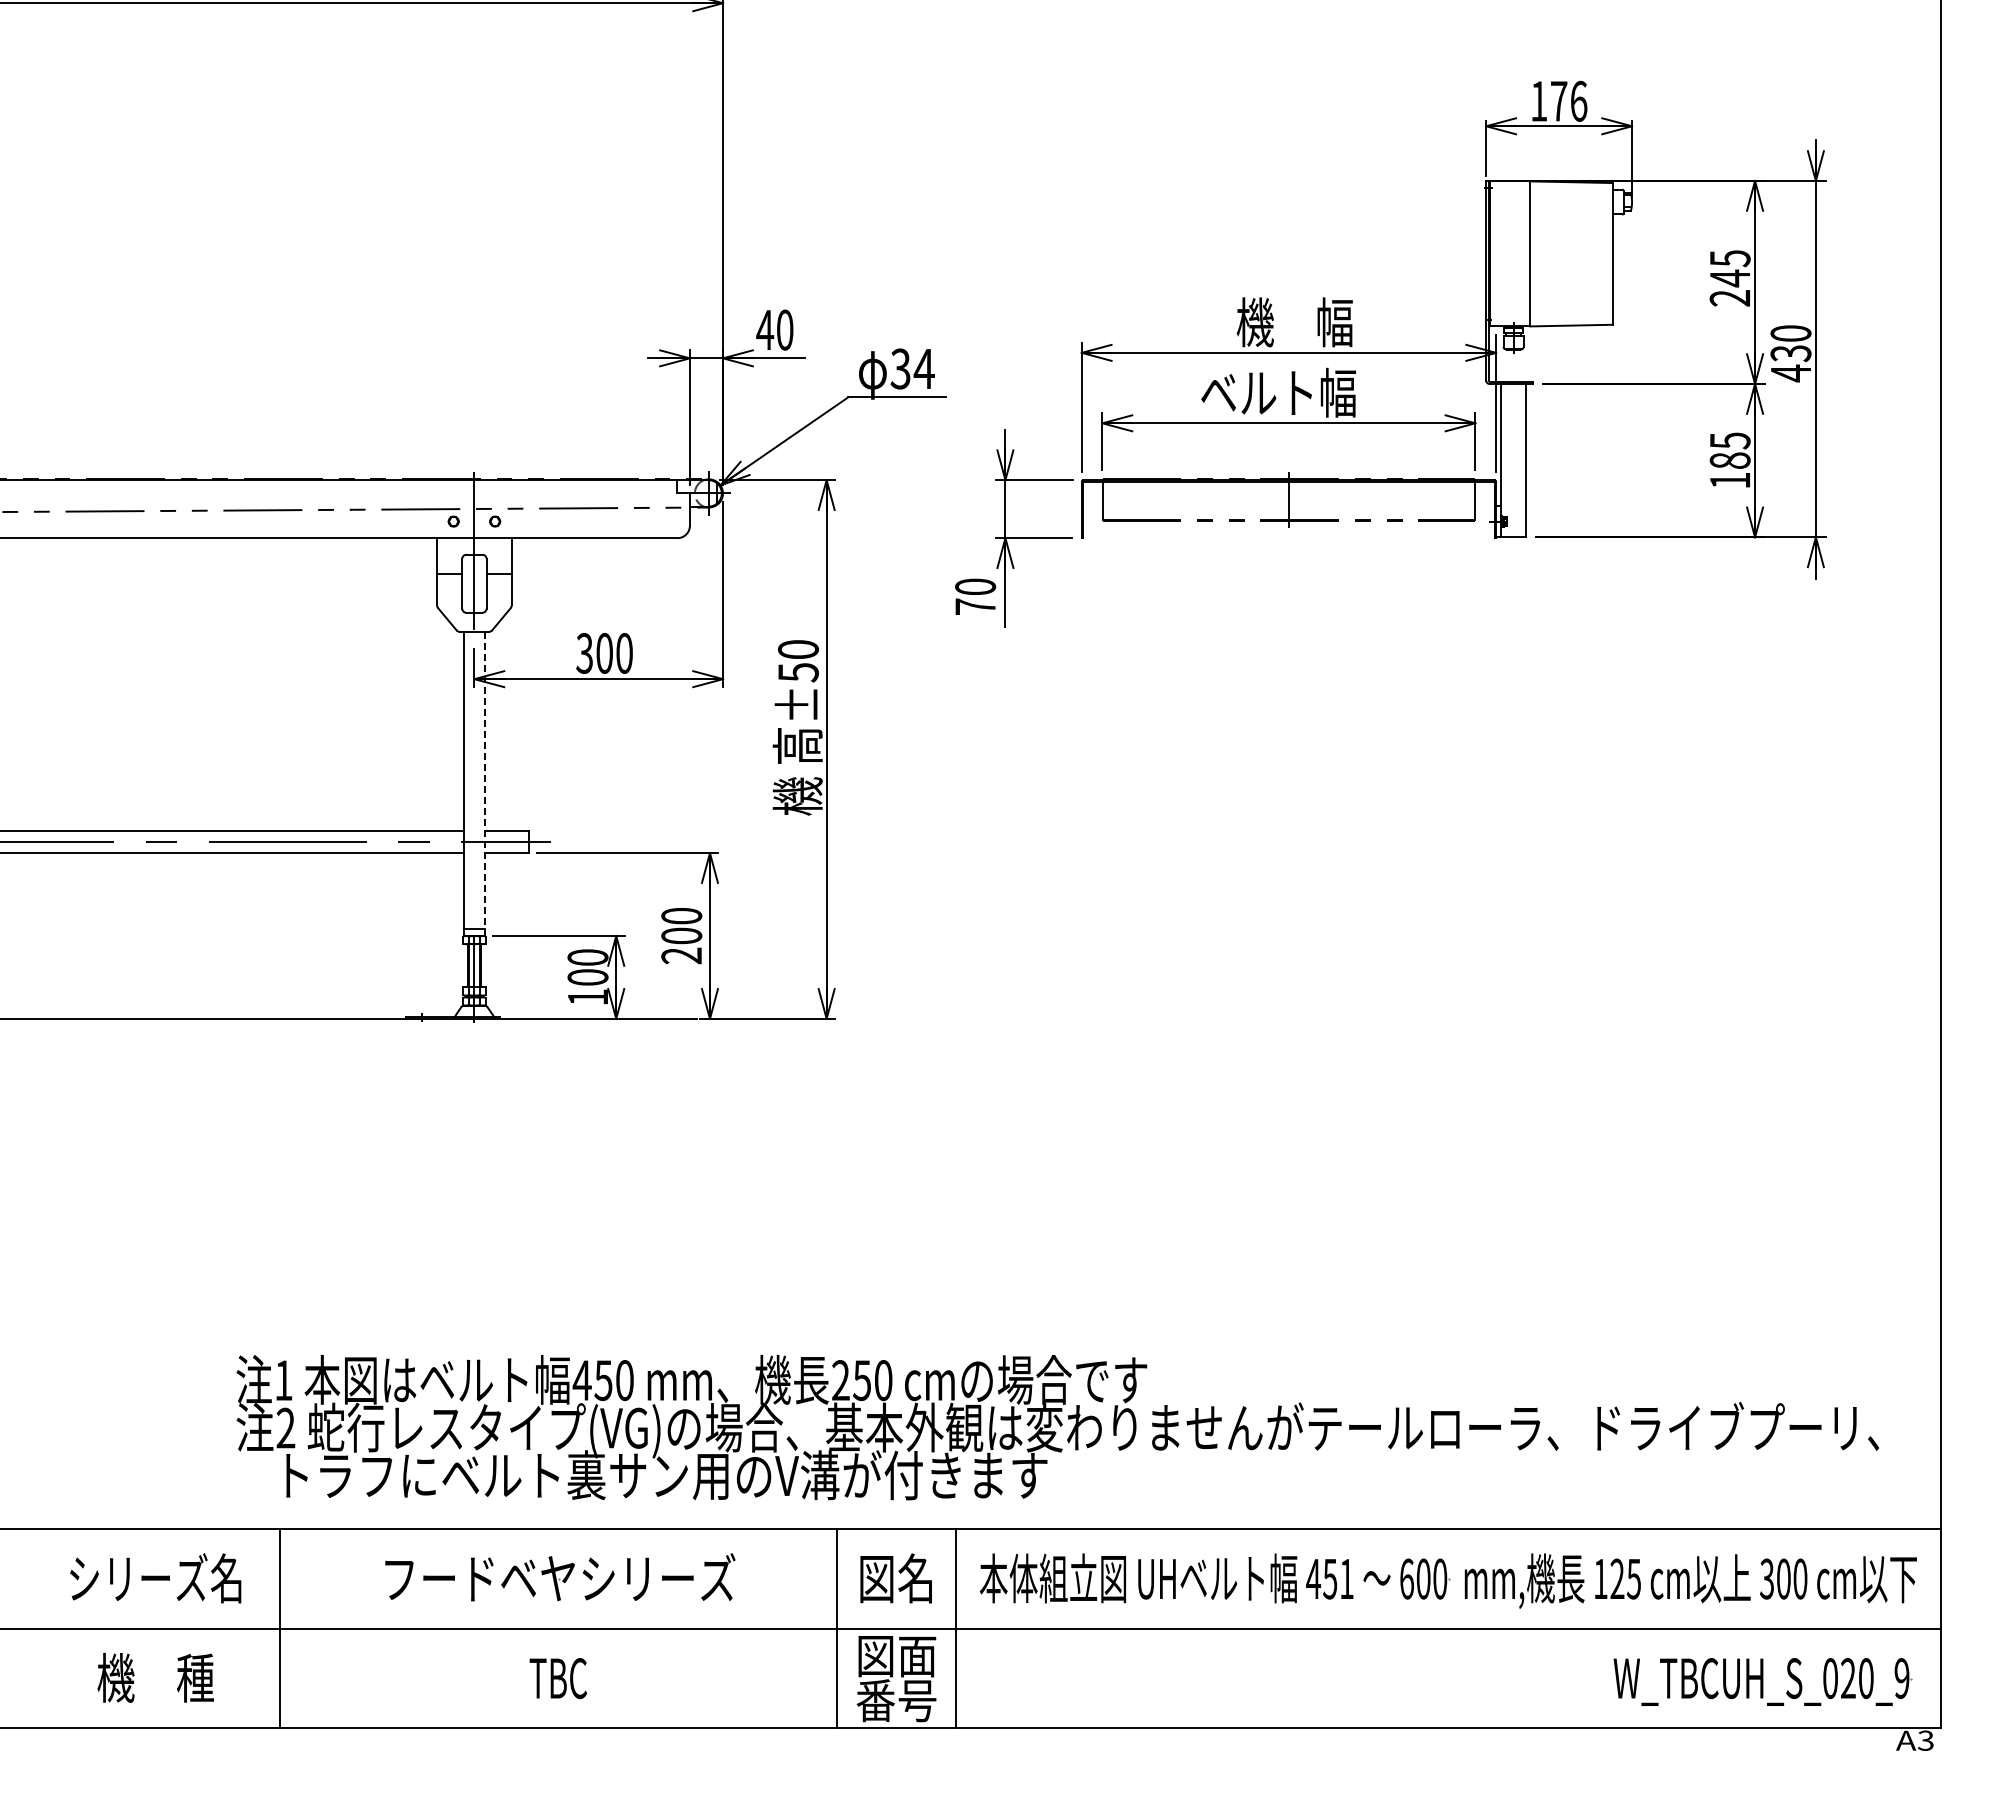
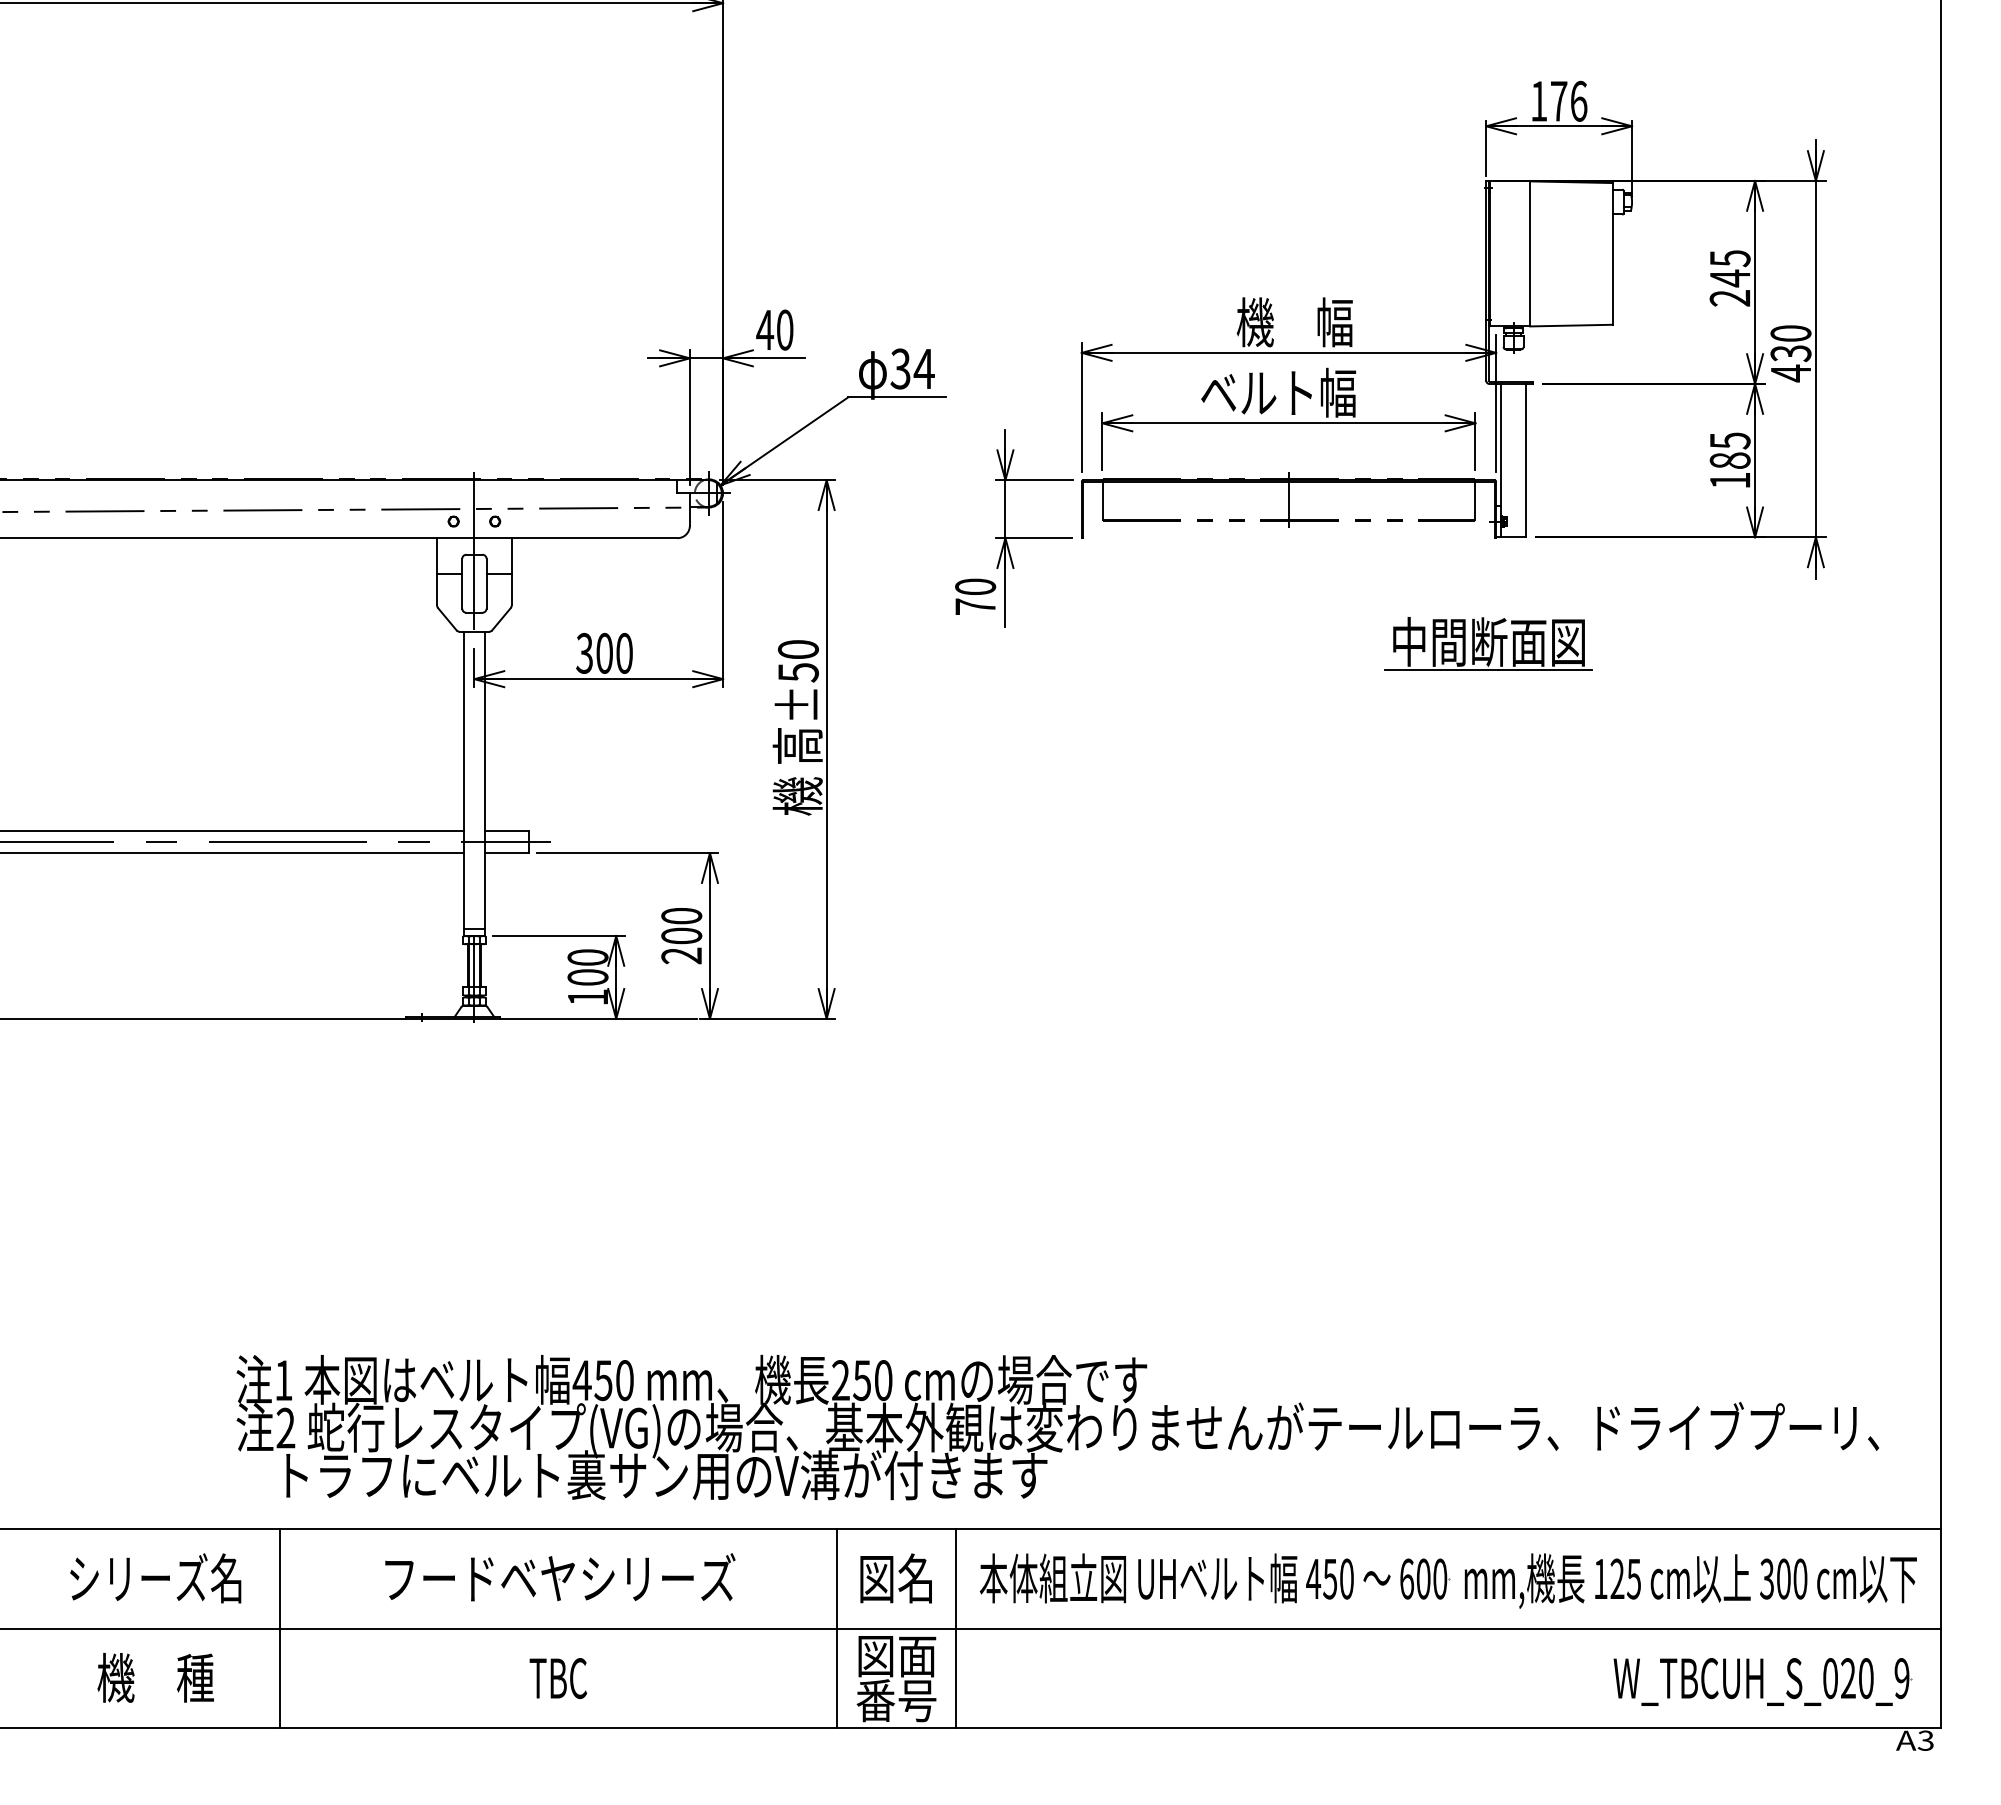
part at (1488, 643): none -> present
line at (484, 783): dashed -> solid
text at (1346, 1578): 451 -> 450
